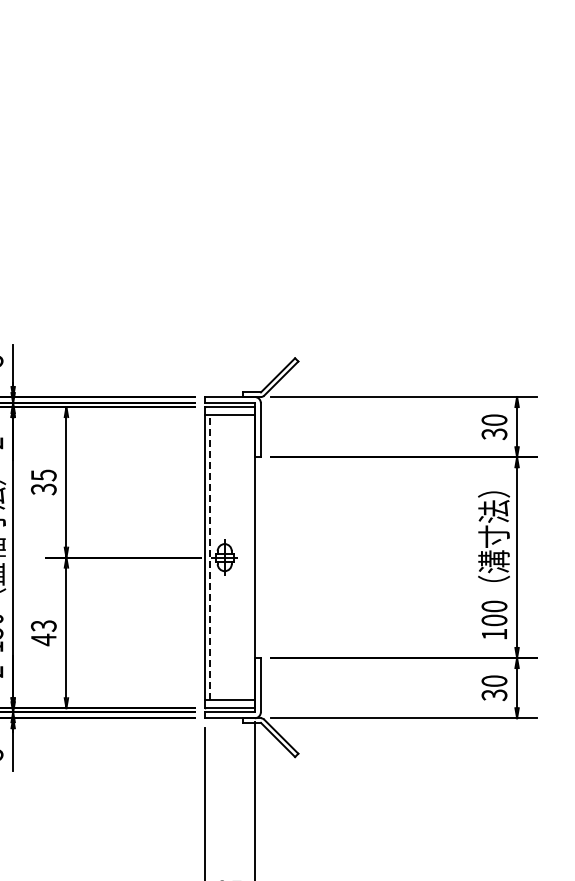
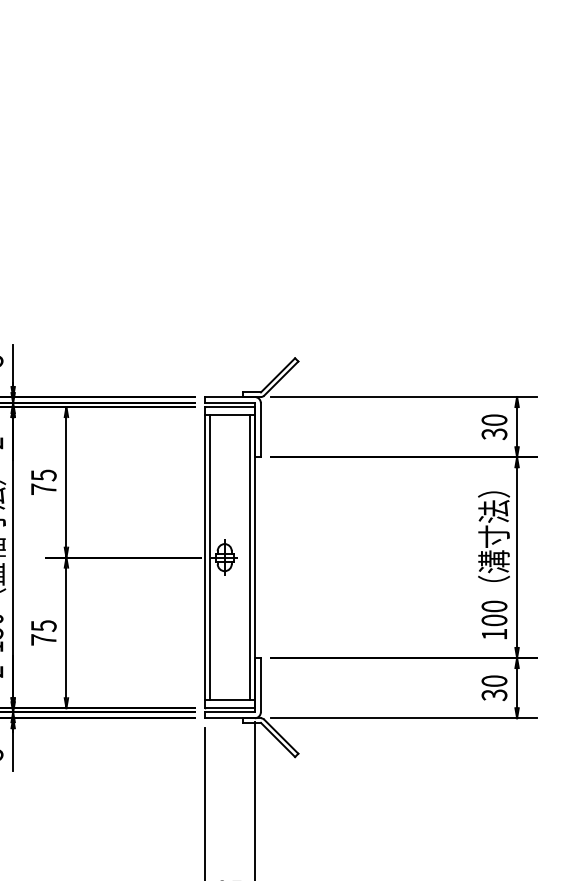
text at (43, 489): 35 -> 75
line at (209, 557): dashed -> solid
line at (249, 557): none -> present
text at (43, 633): 43 -> 75
